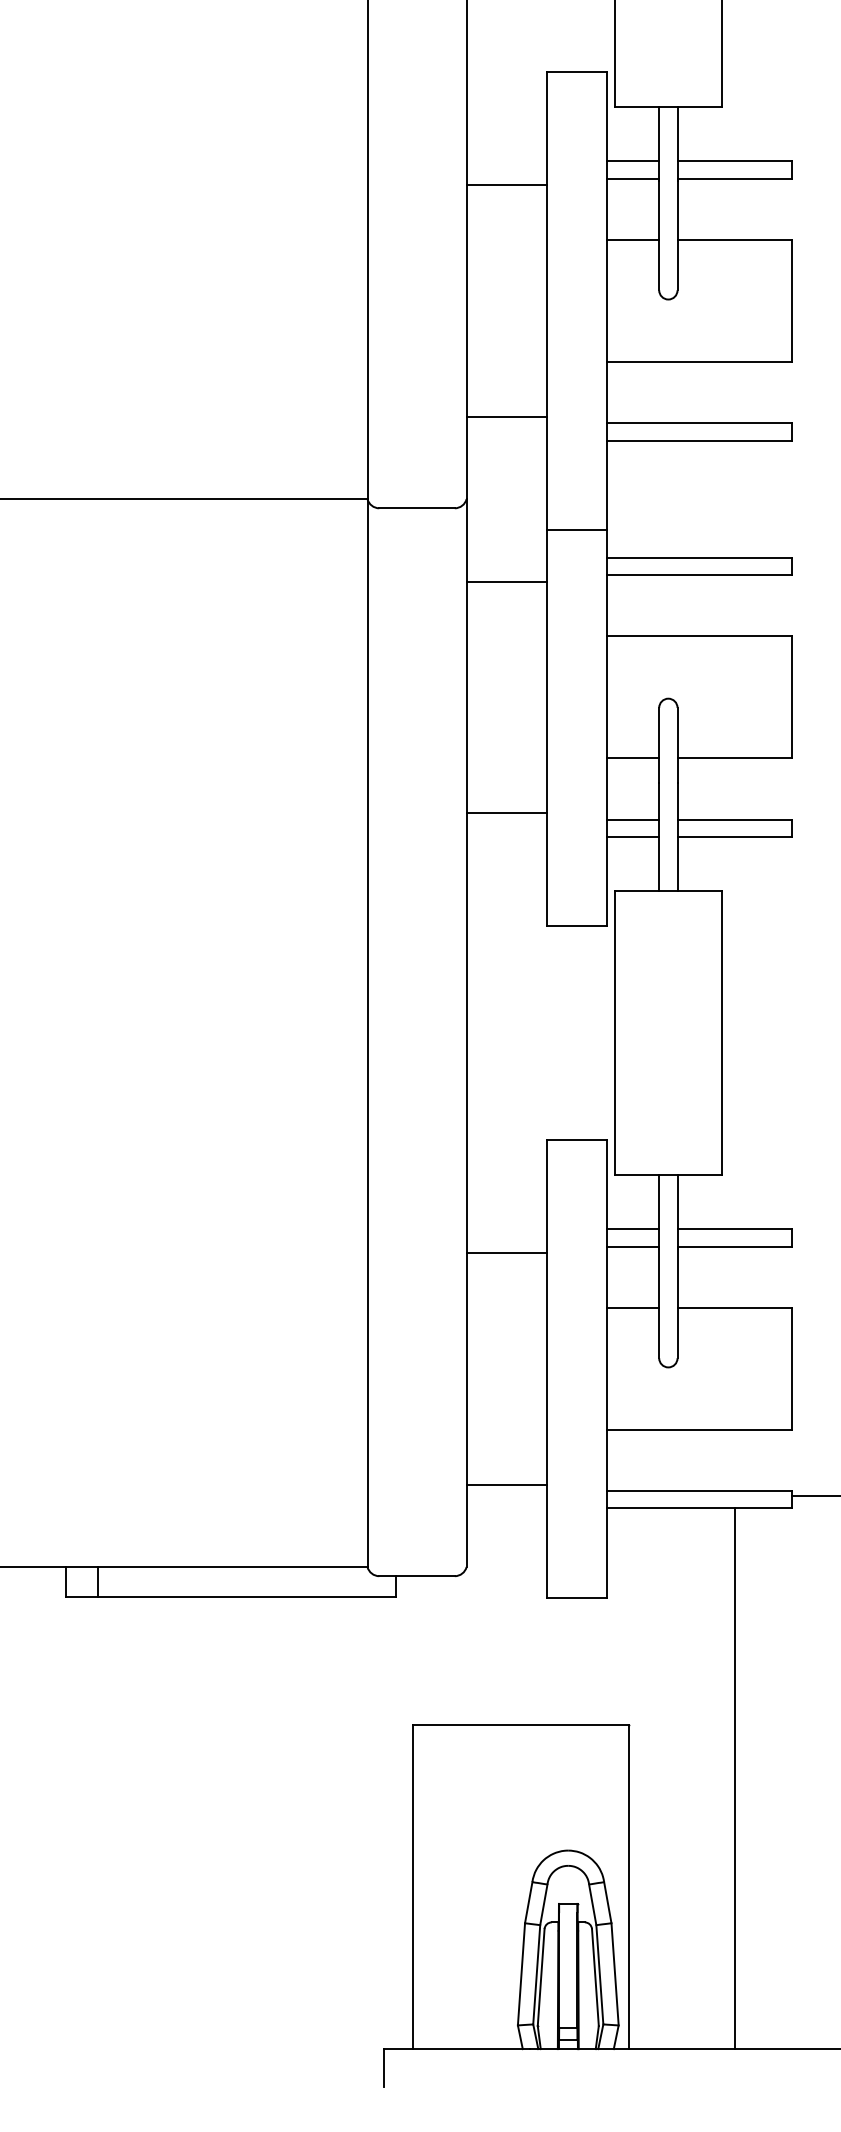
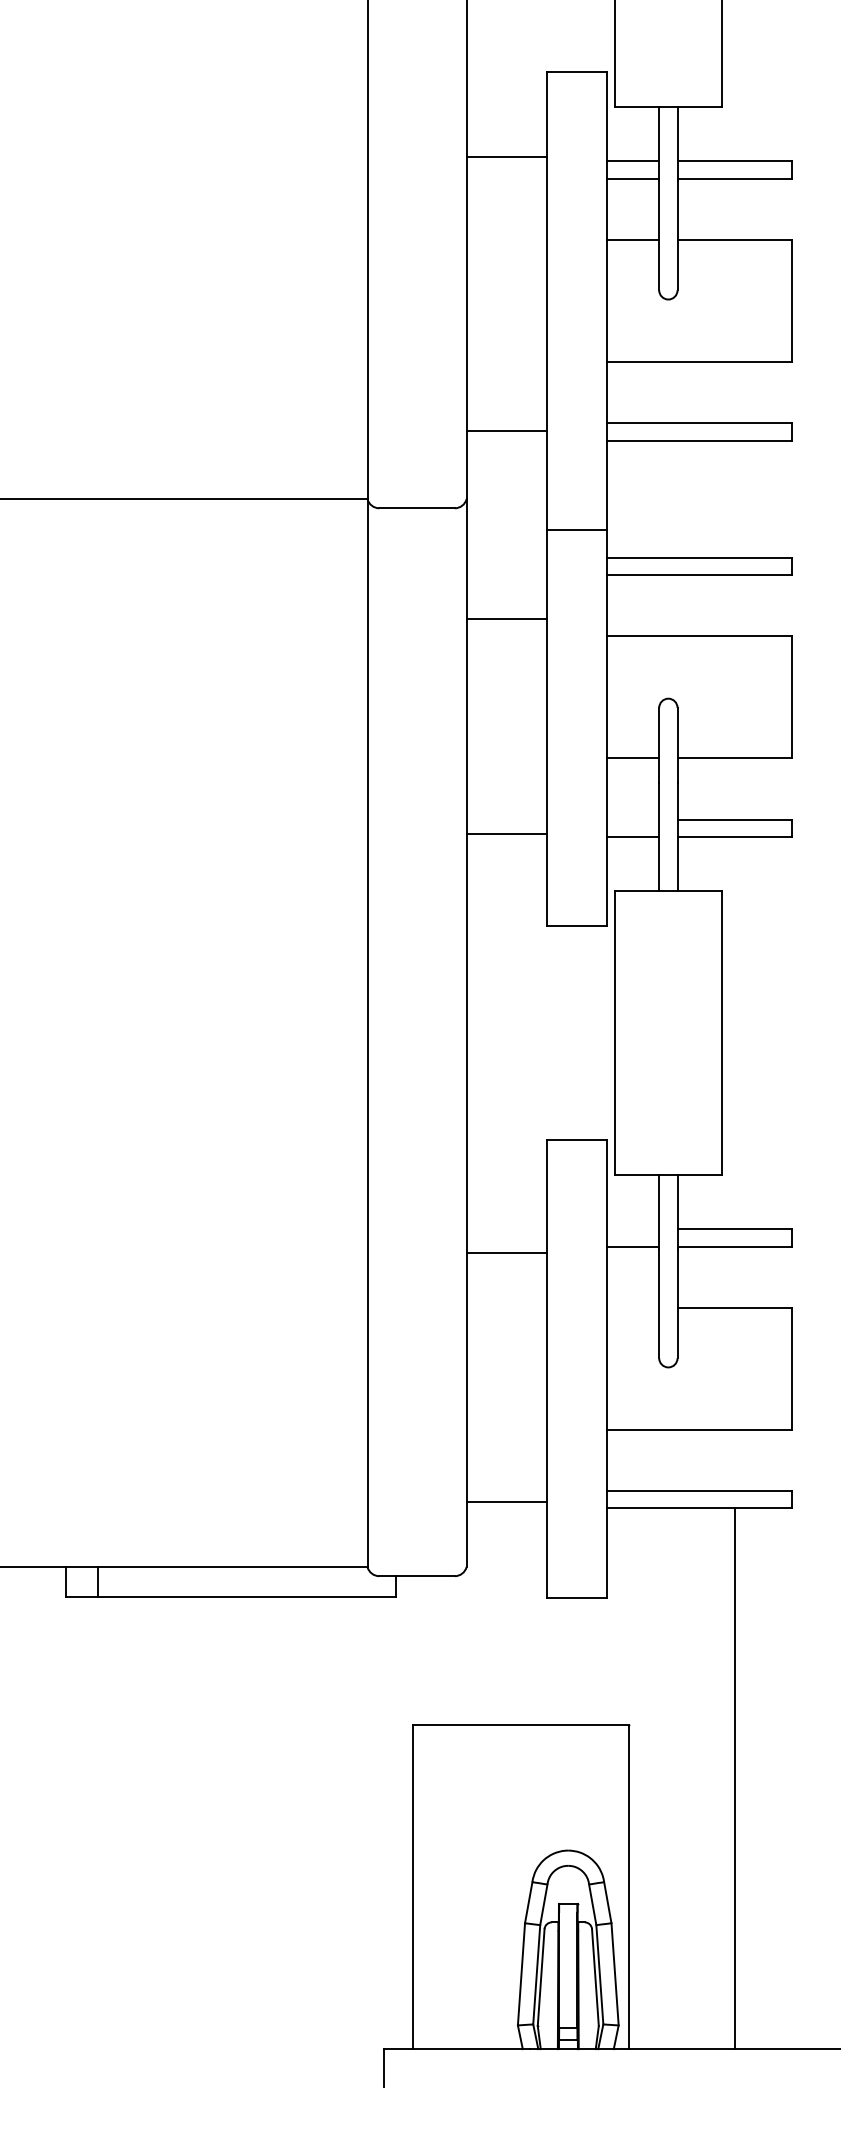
line at (506, 184) position: (506, 184) -> (506, 156)
line at (506, 416) position: (506, 416) -> (506, 430)
line at (506, 581) position: (506, 581) -> (506, 618)
line at (506, 813) position: (506, 813) -> (506, 834)
line at (633, 819): present -> none
line at (633, 1228): present -> none
line at (633, 1307): present -> none
line at (506, 1484) position: (506, 1484) -> (506, 1501)
line at (814, 1496): present -> none
